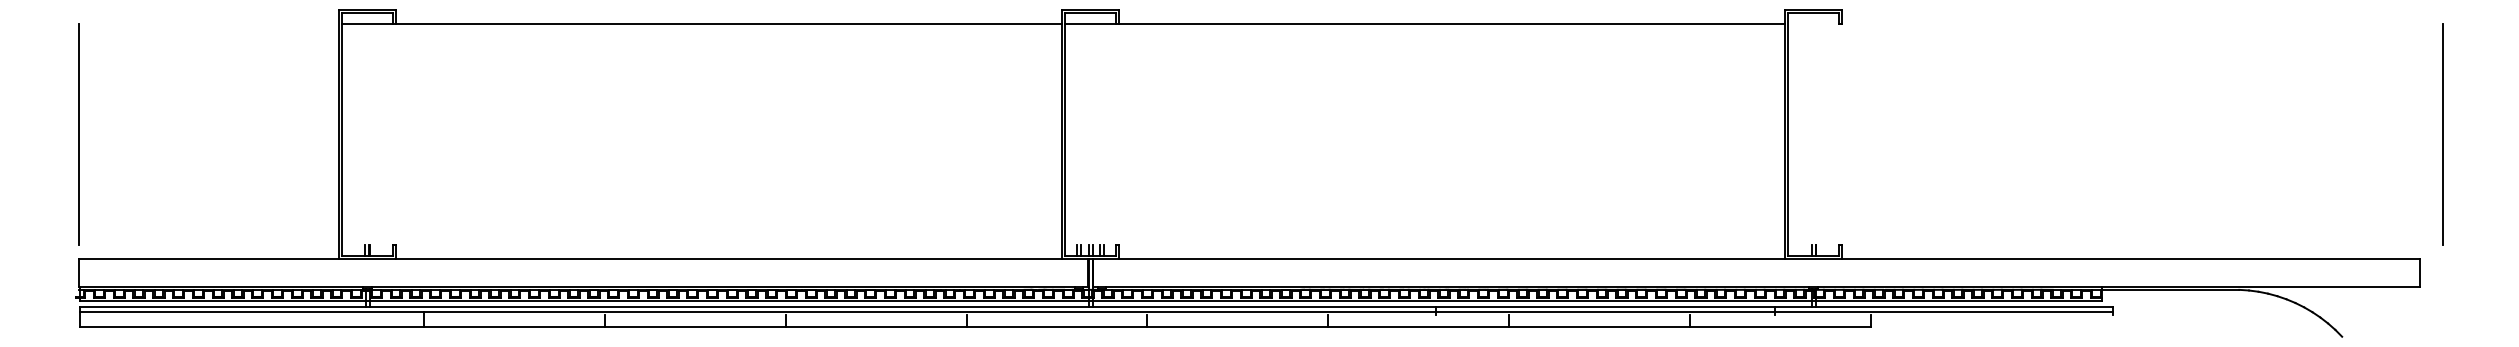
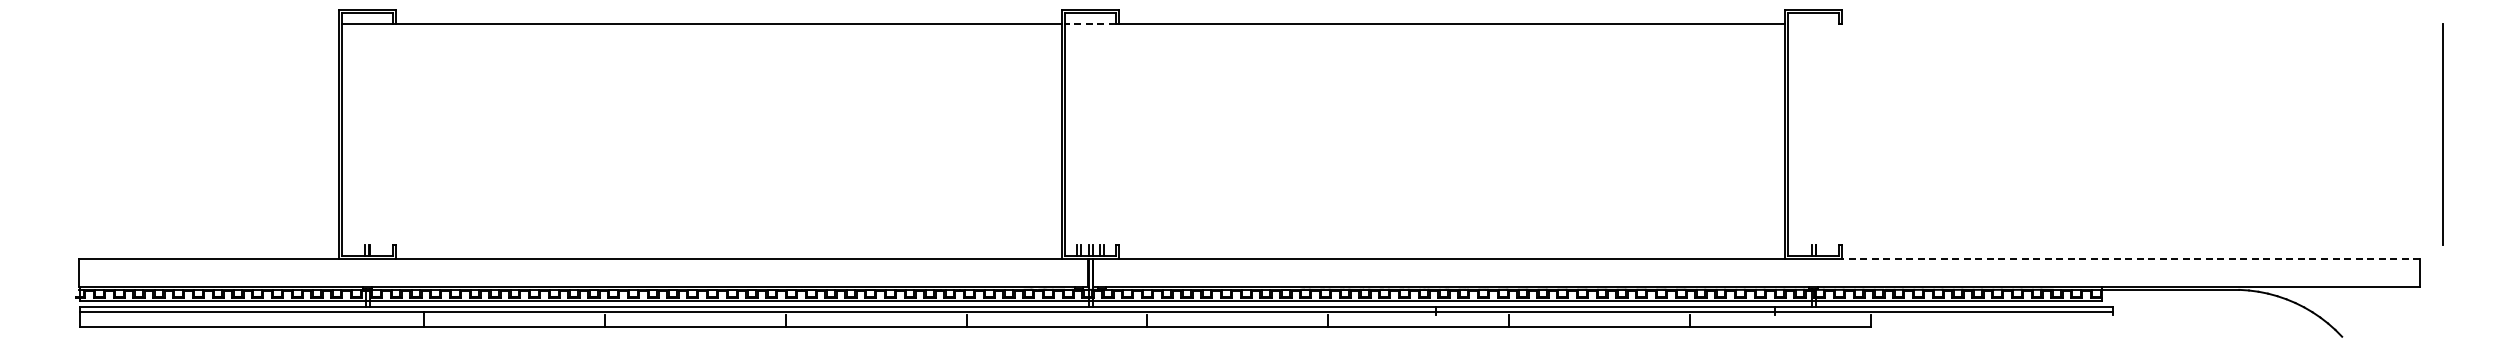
line at (1090, 24): solid -> dashed
line at (79, 134): present -> none
line at (2130, 258): solid -> dashed
